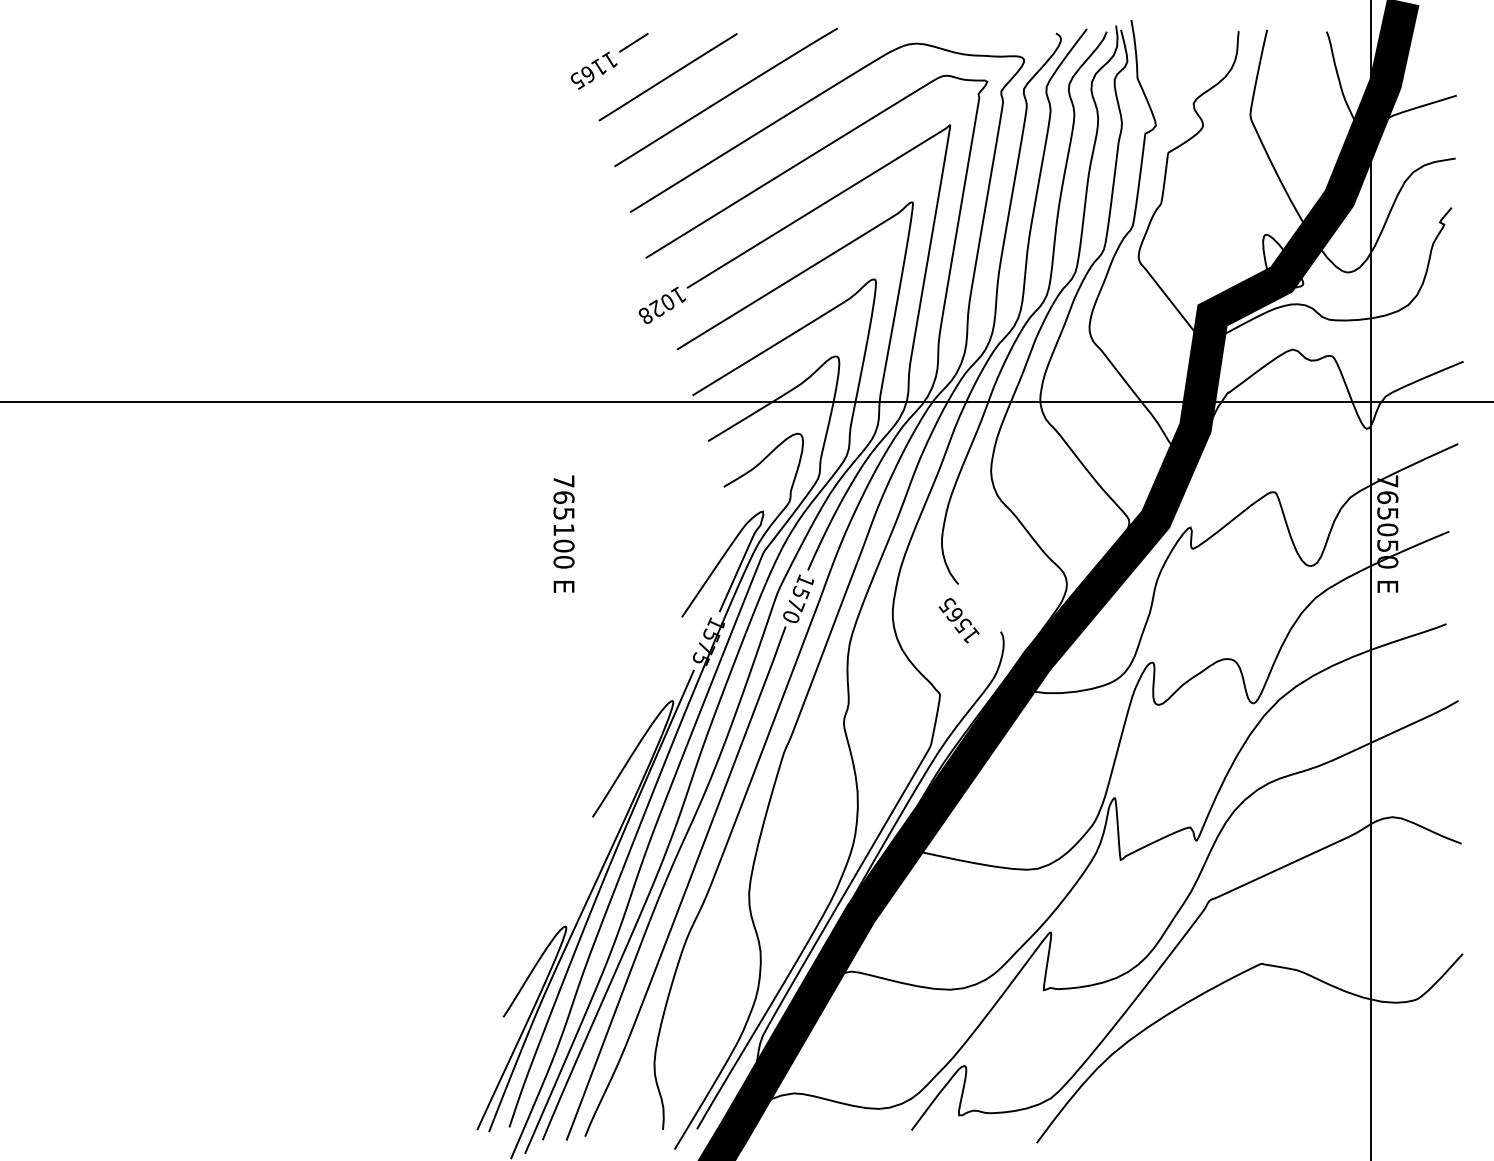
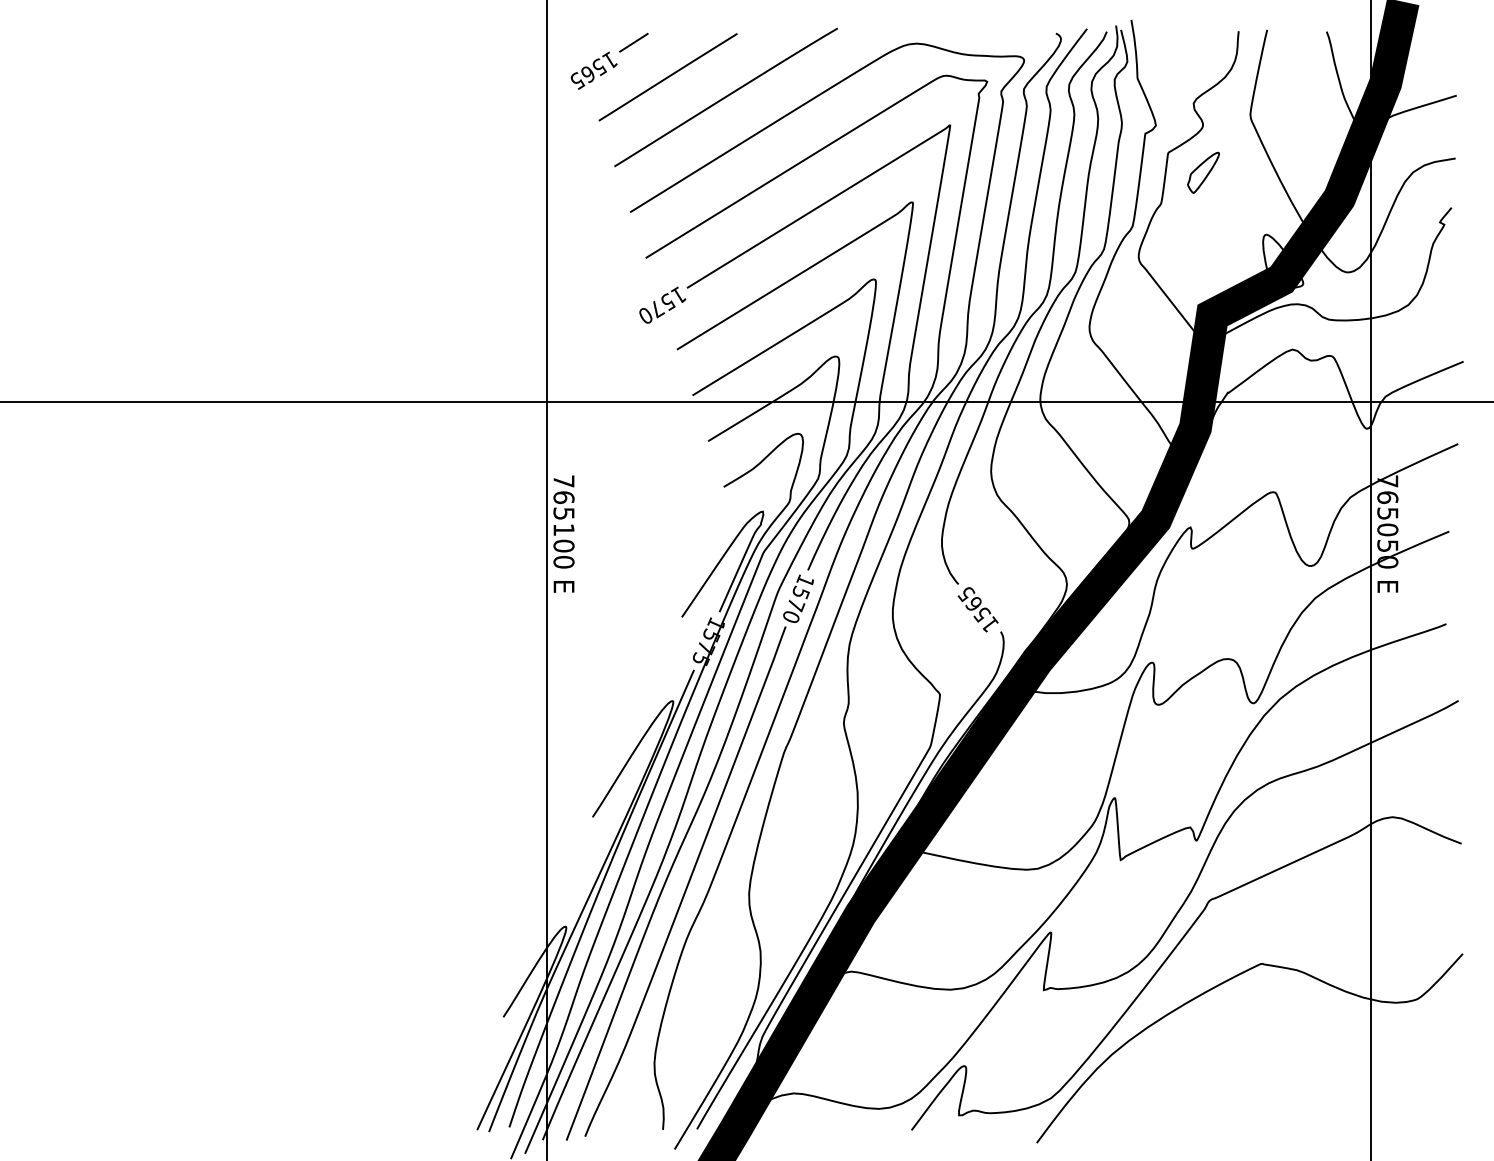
text at (598, 67): 1165 -> 1565
part at (1203, 172): none -> present
text at (656, 308): 1028 -> 1570
line at (546, 579): none -> present
text at (958, 620) position: (958, 620) -> (977, 609)
